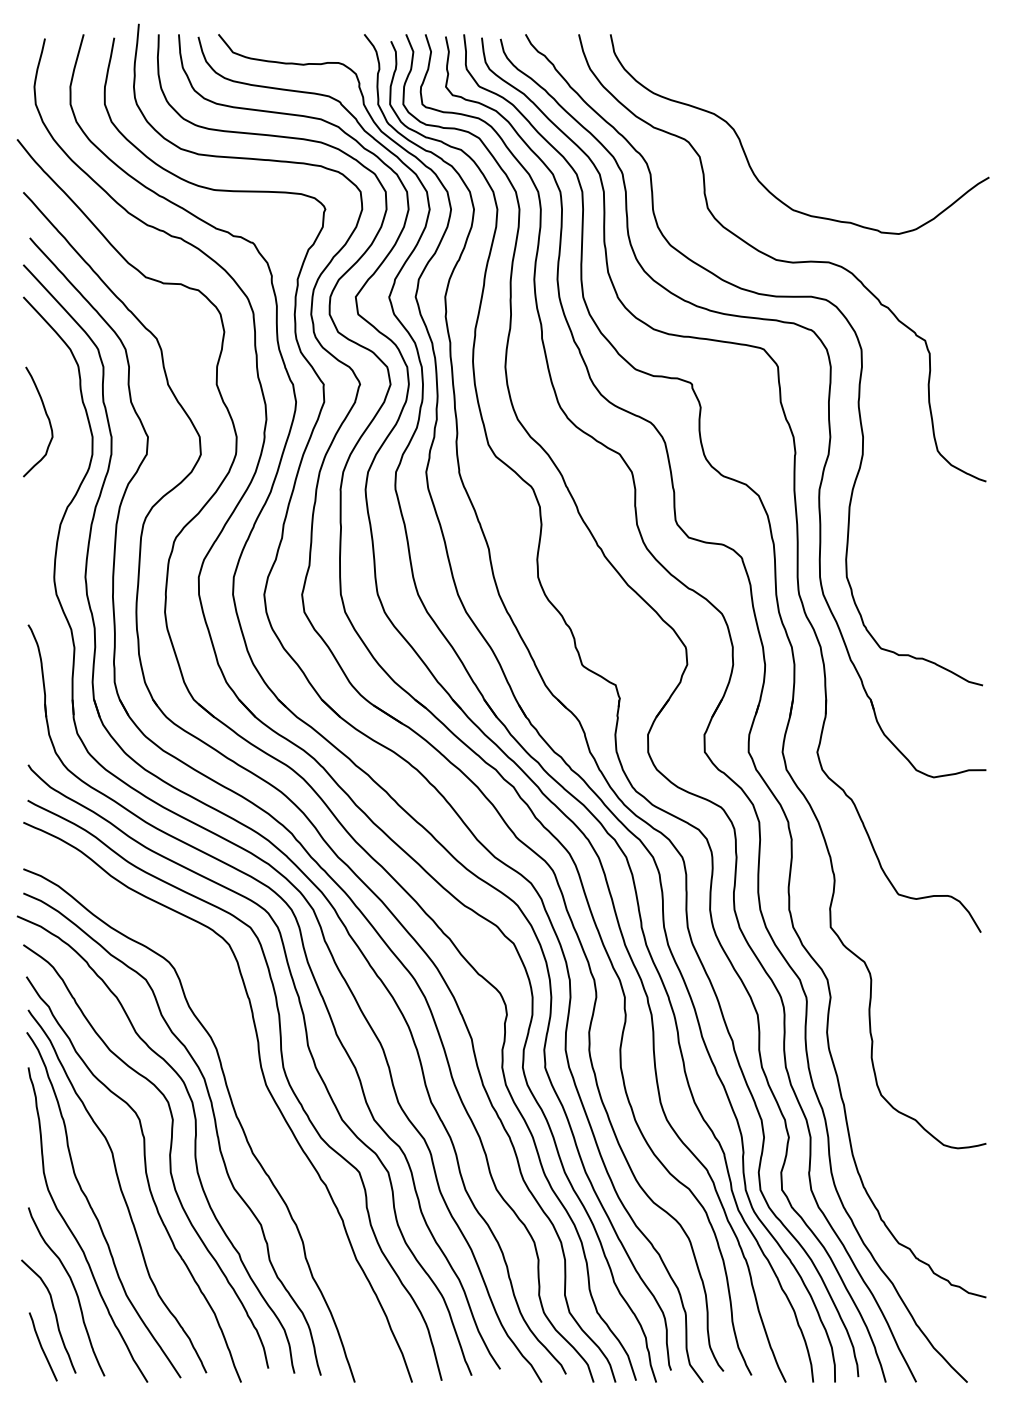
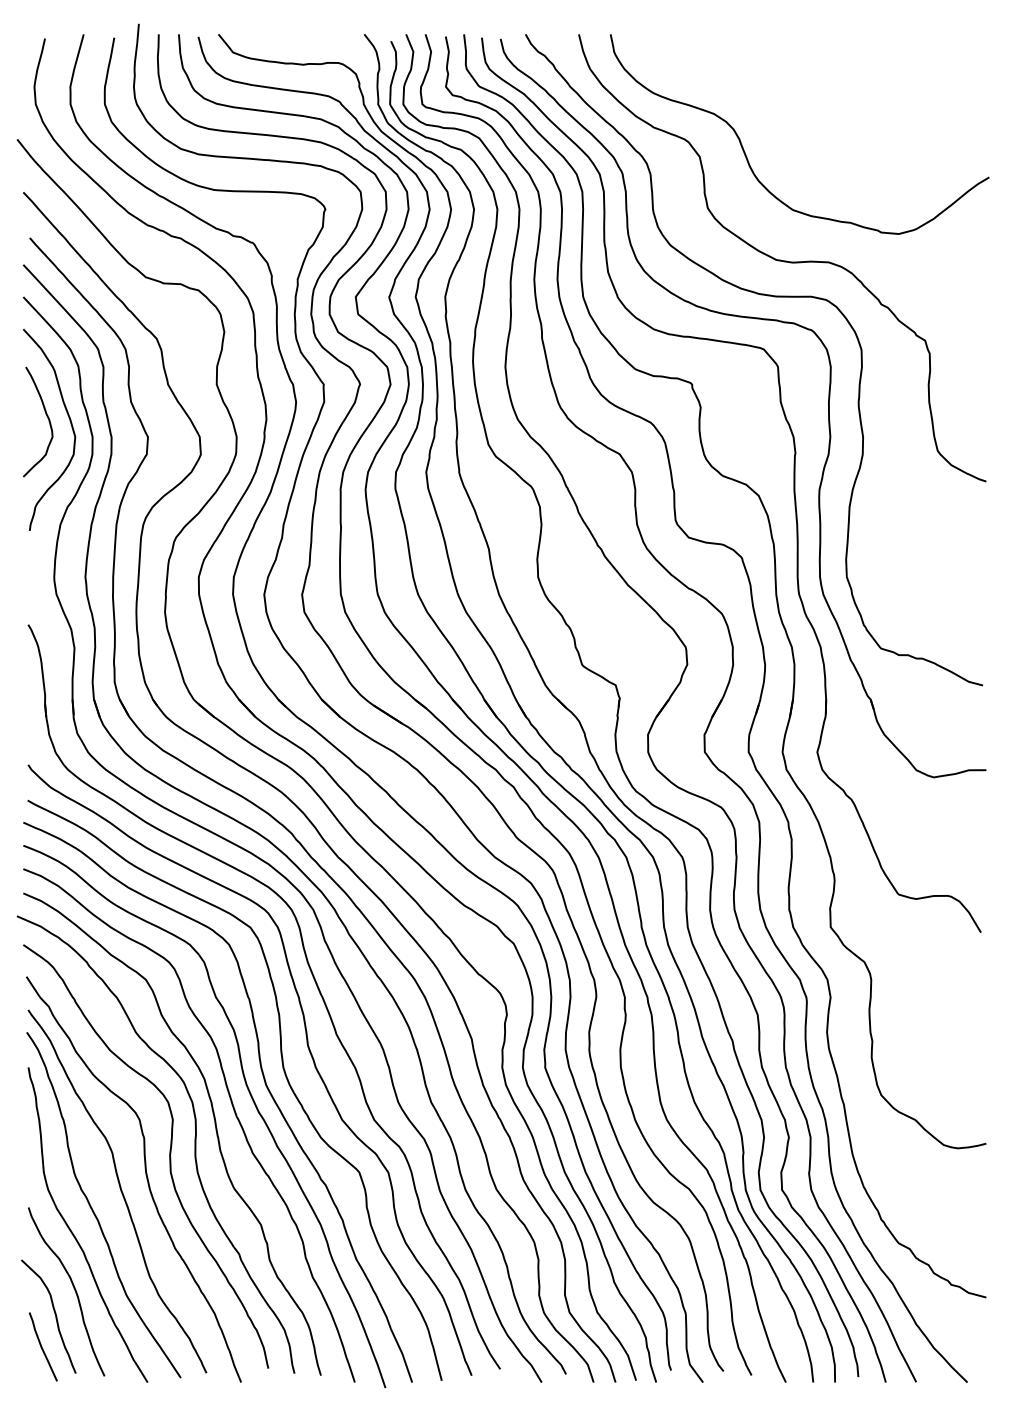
curve at (69, 421): none -> present
curve at (249, 1094): none -> present
